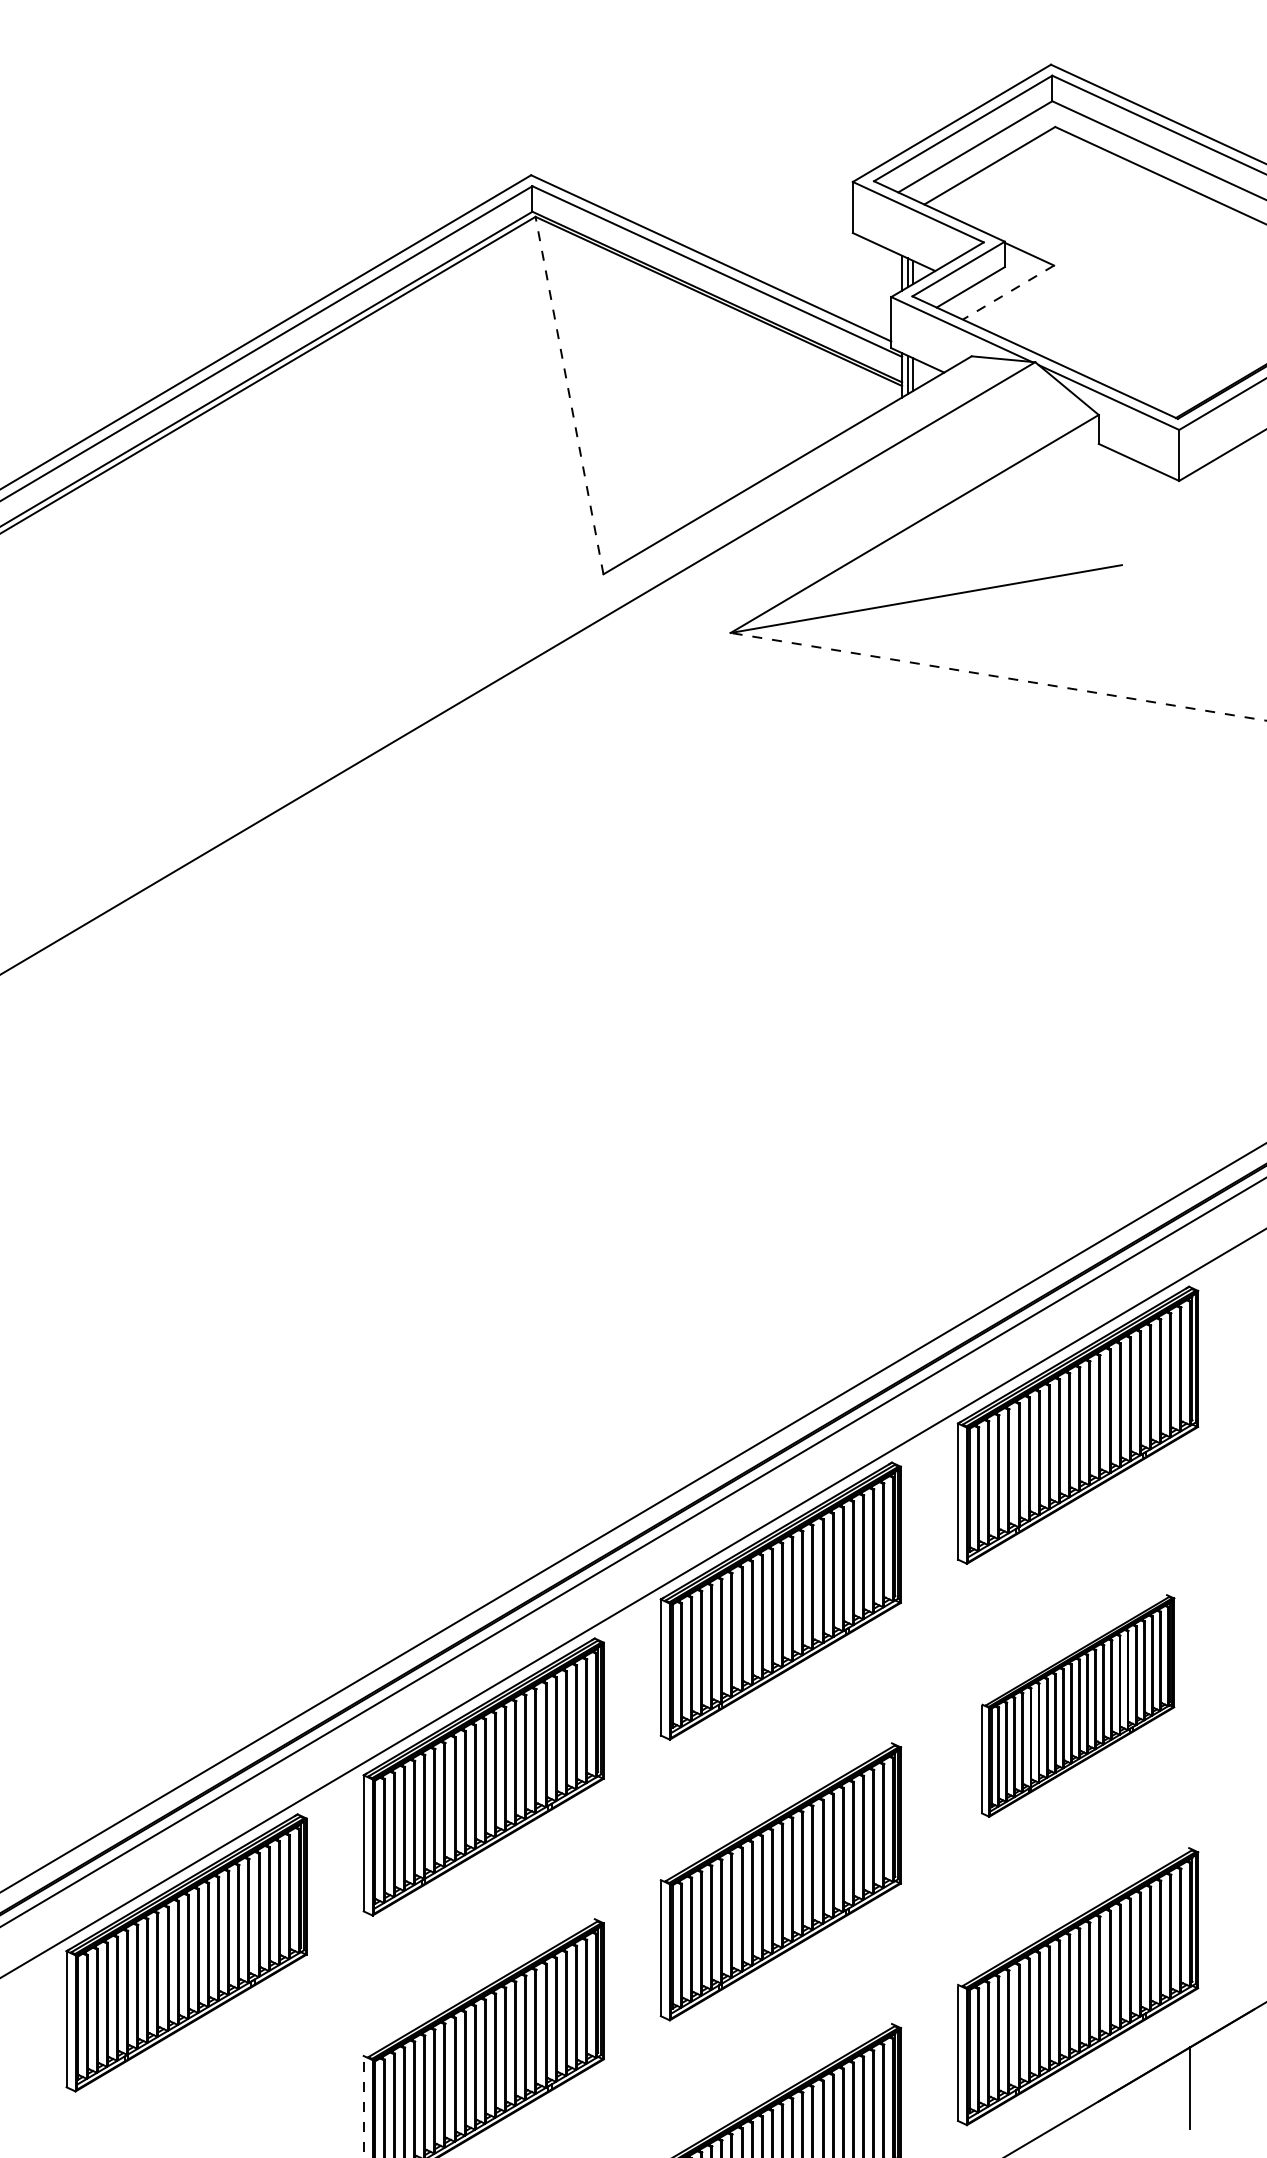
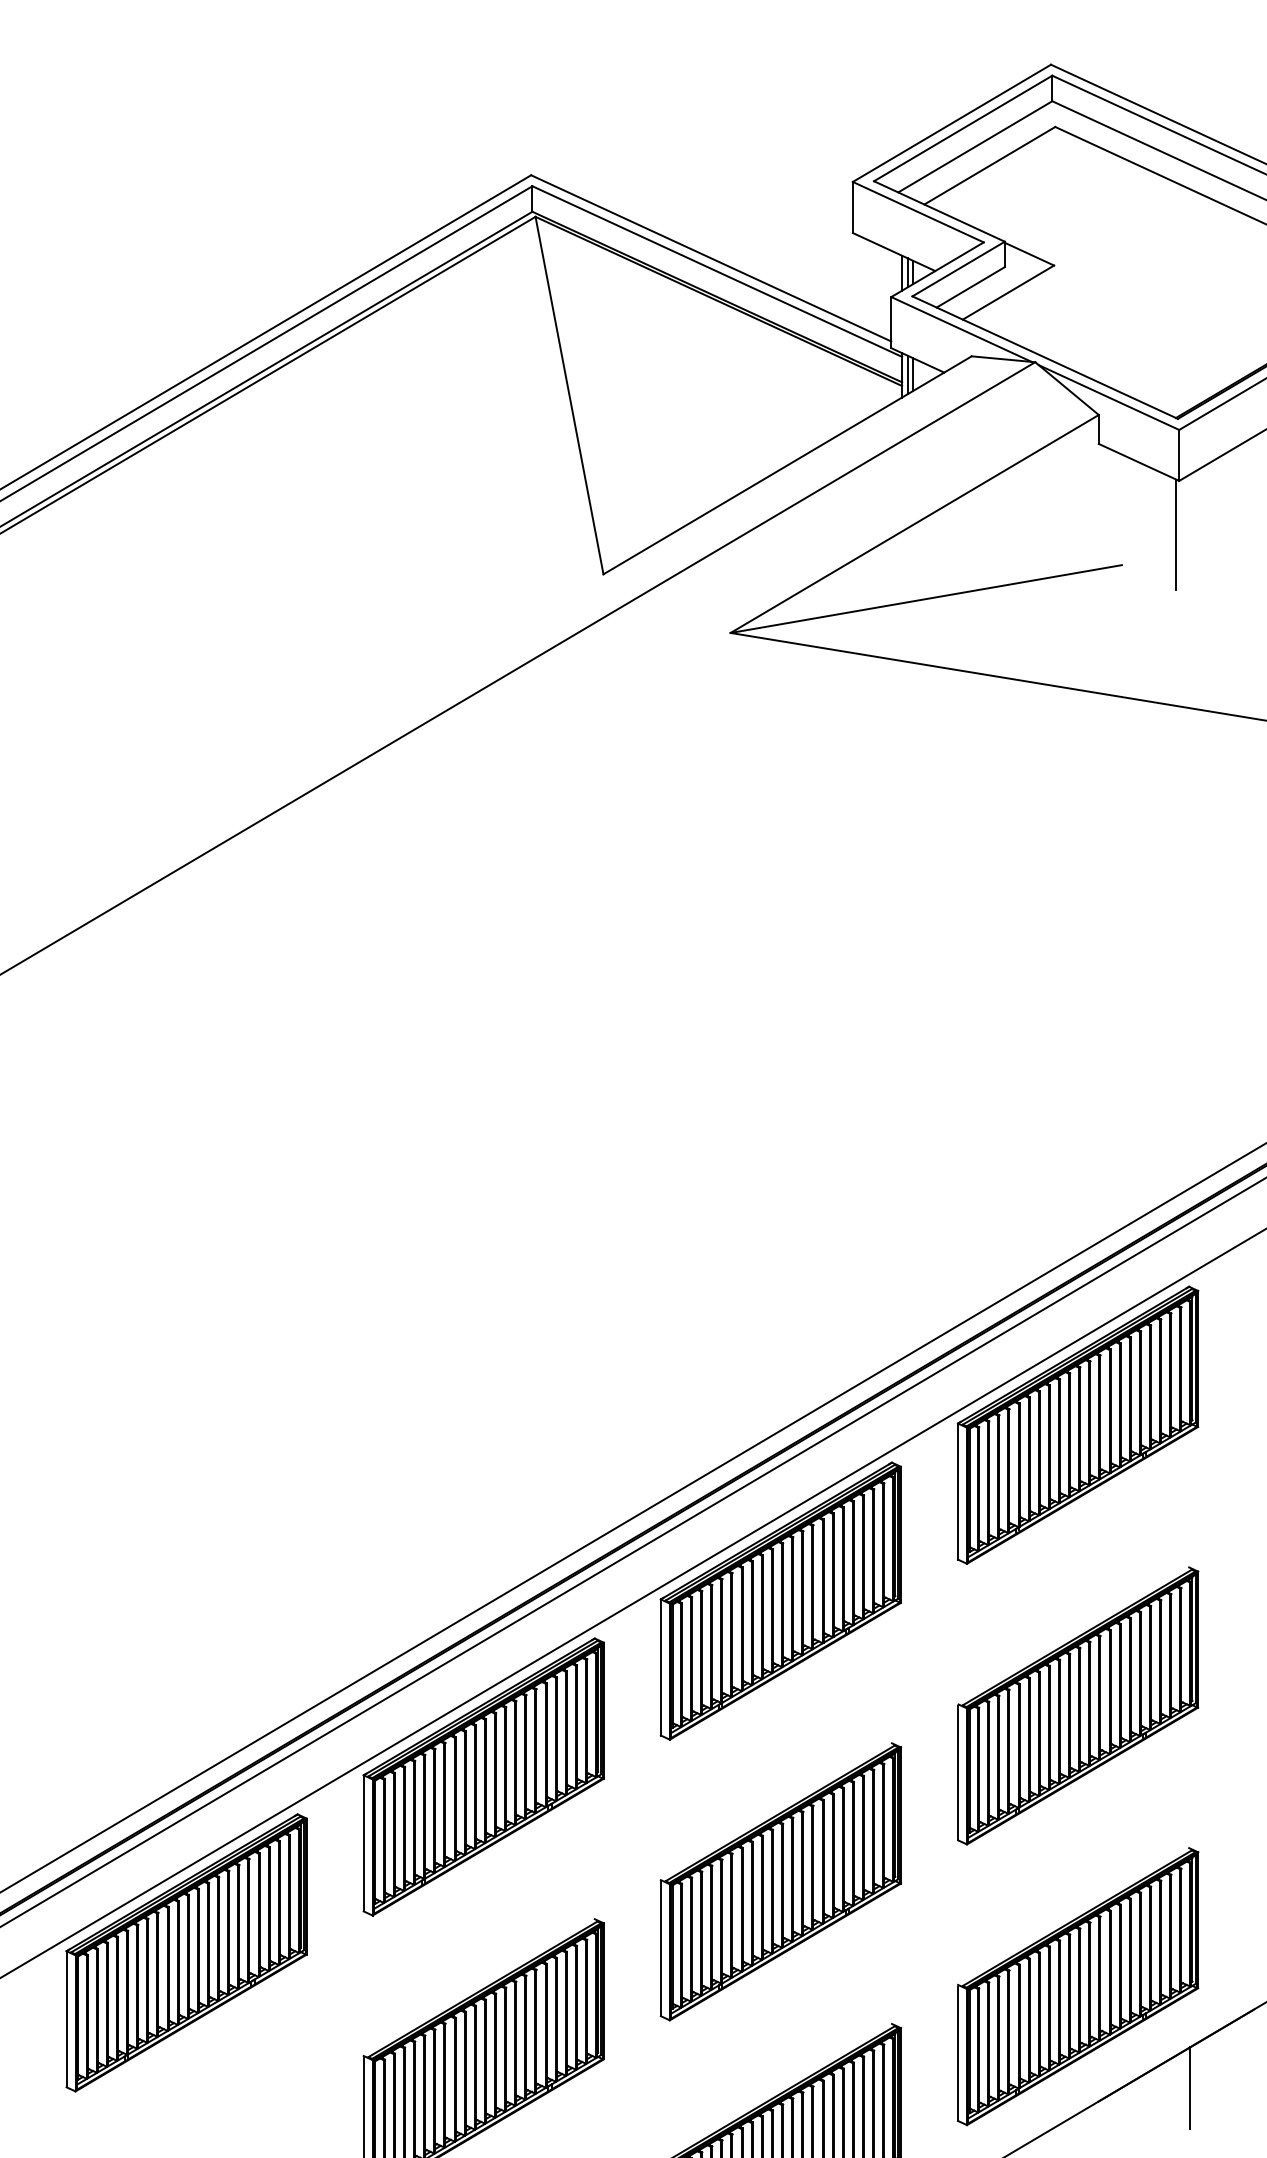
line at (1008, 292): dashed -> solid
line at (569, 395): dashed -> solid
line at (1176, 534): none -> present
line at (997, 676): dashed -> solid
part at (1078, 1705) size: 195x224 px -> 243x280 px
line at (363, 2107): dashed -> solid
